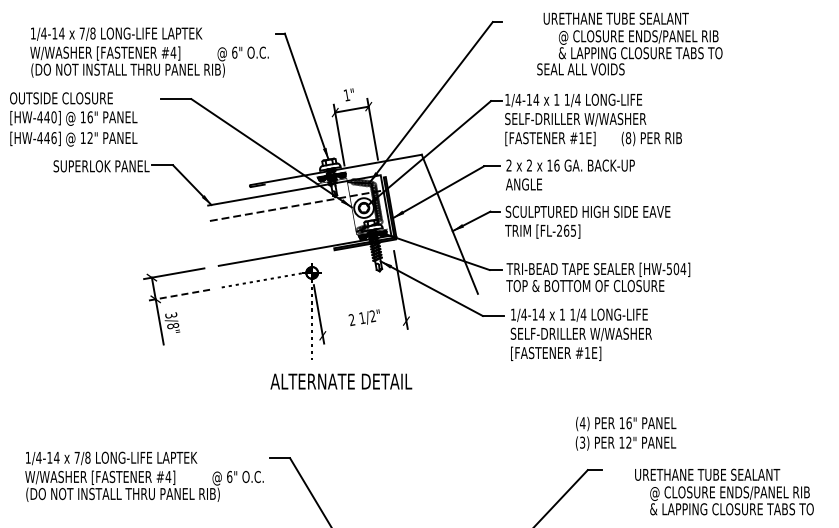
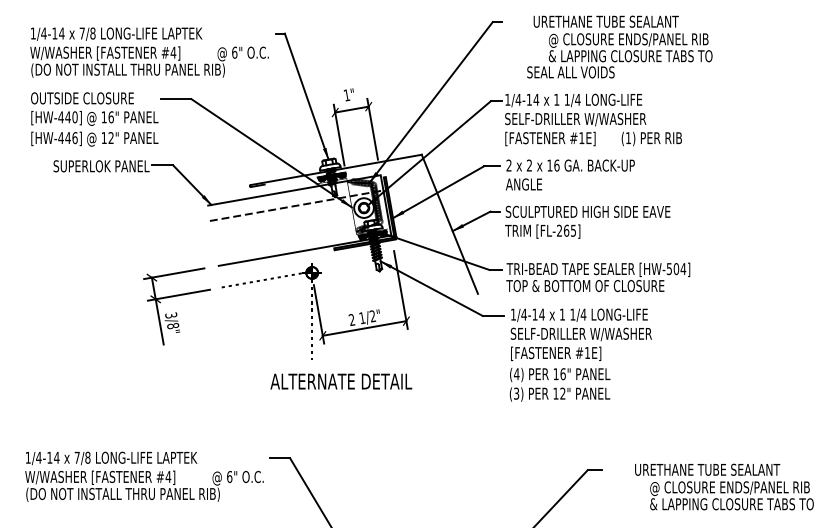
text at (629, 43) position: (629, 43) -> (619, 46)
text at (73, 119) position: (73, 119) -> (94, 119)
text at (628, 138): (8) -> (1)
line at (178, 295): dashed -> solid
line at (364, 328): none -> present
text at (625, 433) position: (625, 433) -> (559, 384)
text at (724, 491) position: (724, 491) -> (724, 486)
